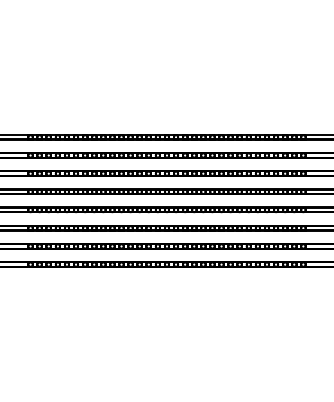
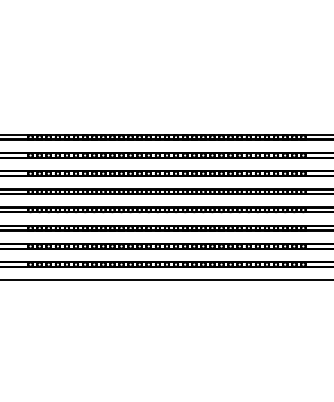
line at (166, 280): none -> present
